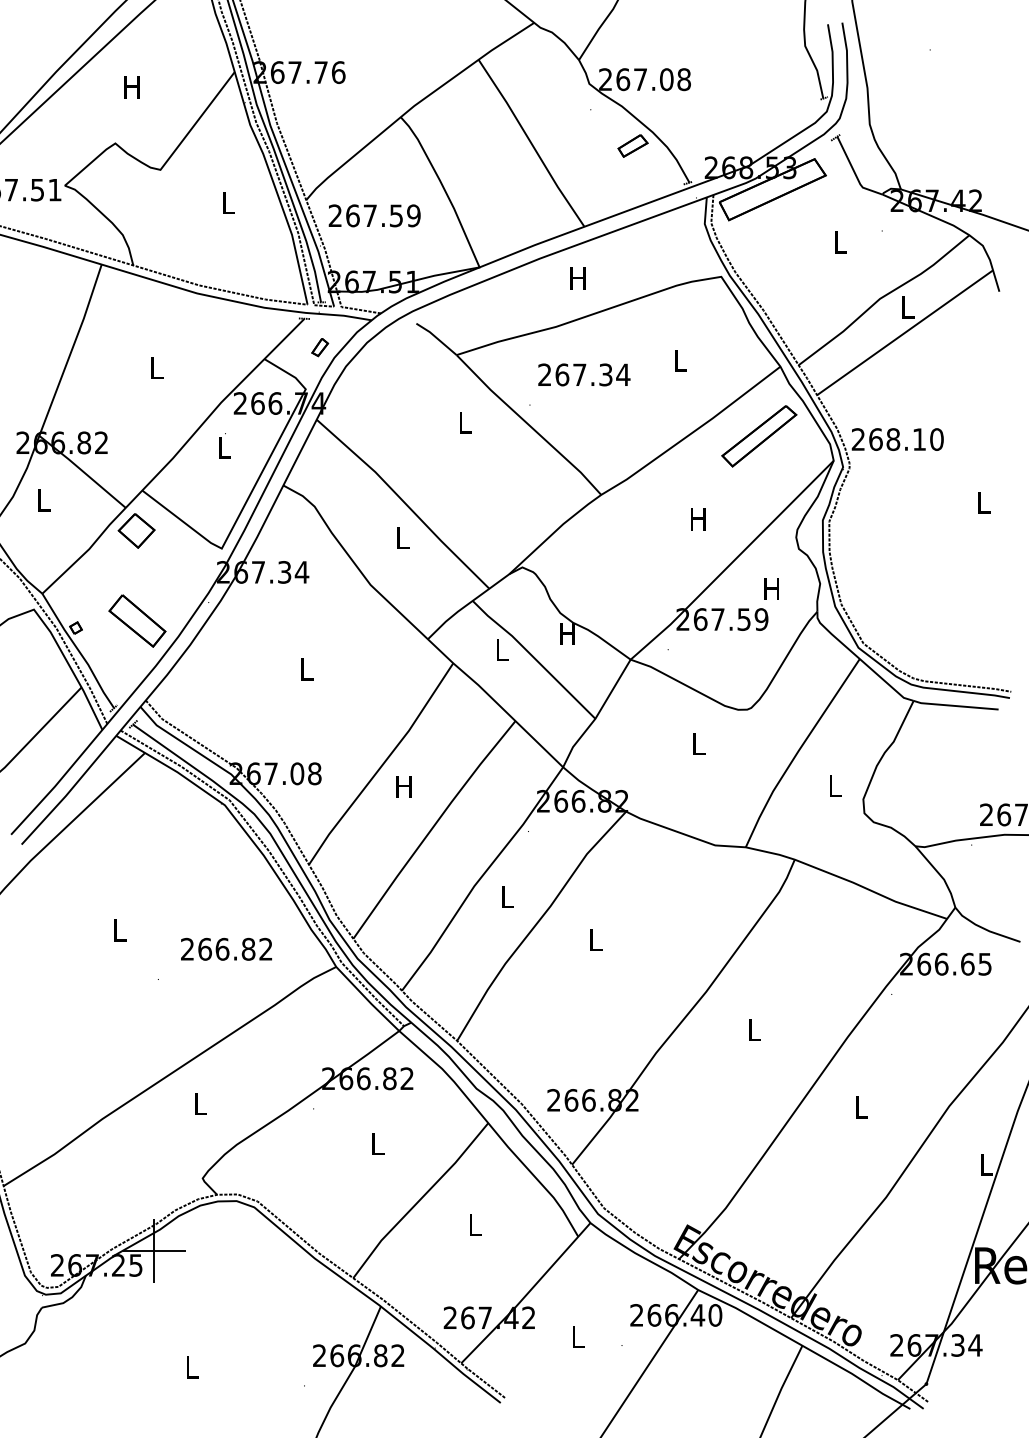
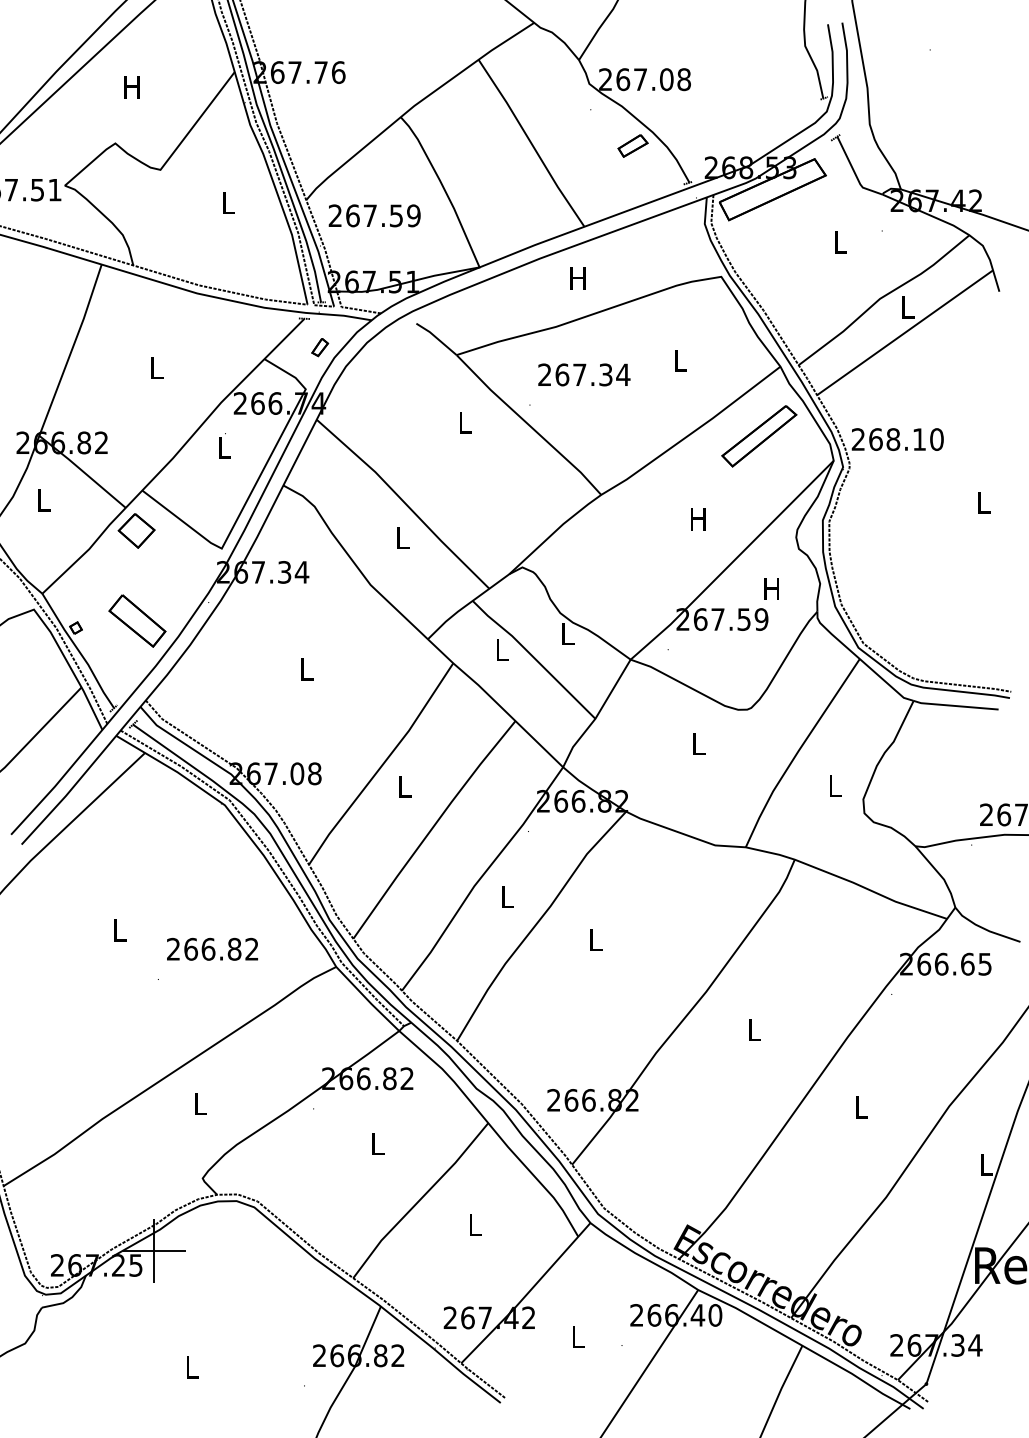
text at (567, 633): H -> L
text at (403, 786): H -> L
text at (226, 948) position: (226, 948) -> (212, 948)
